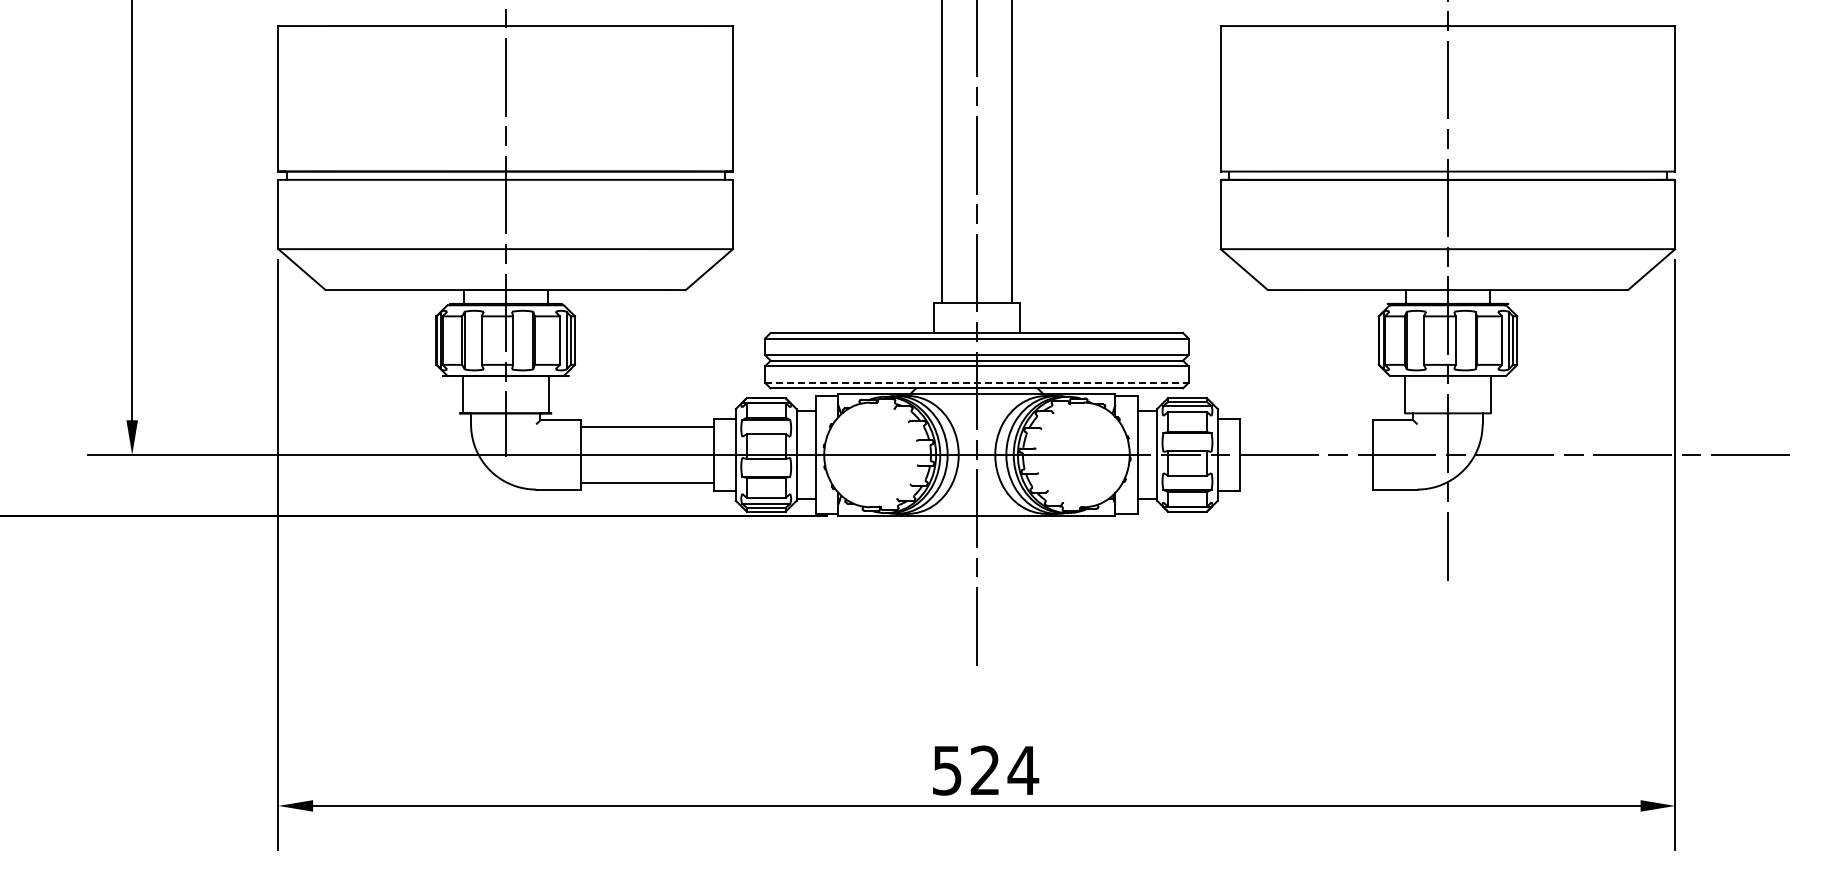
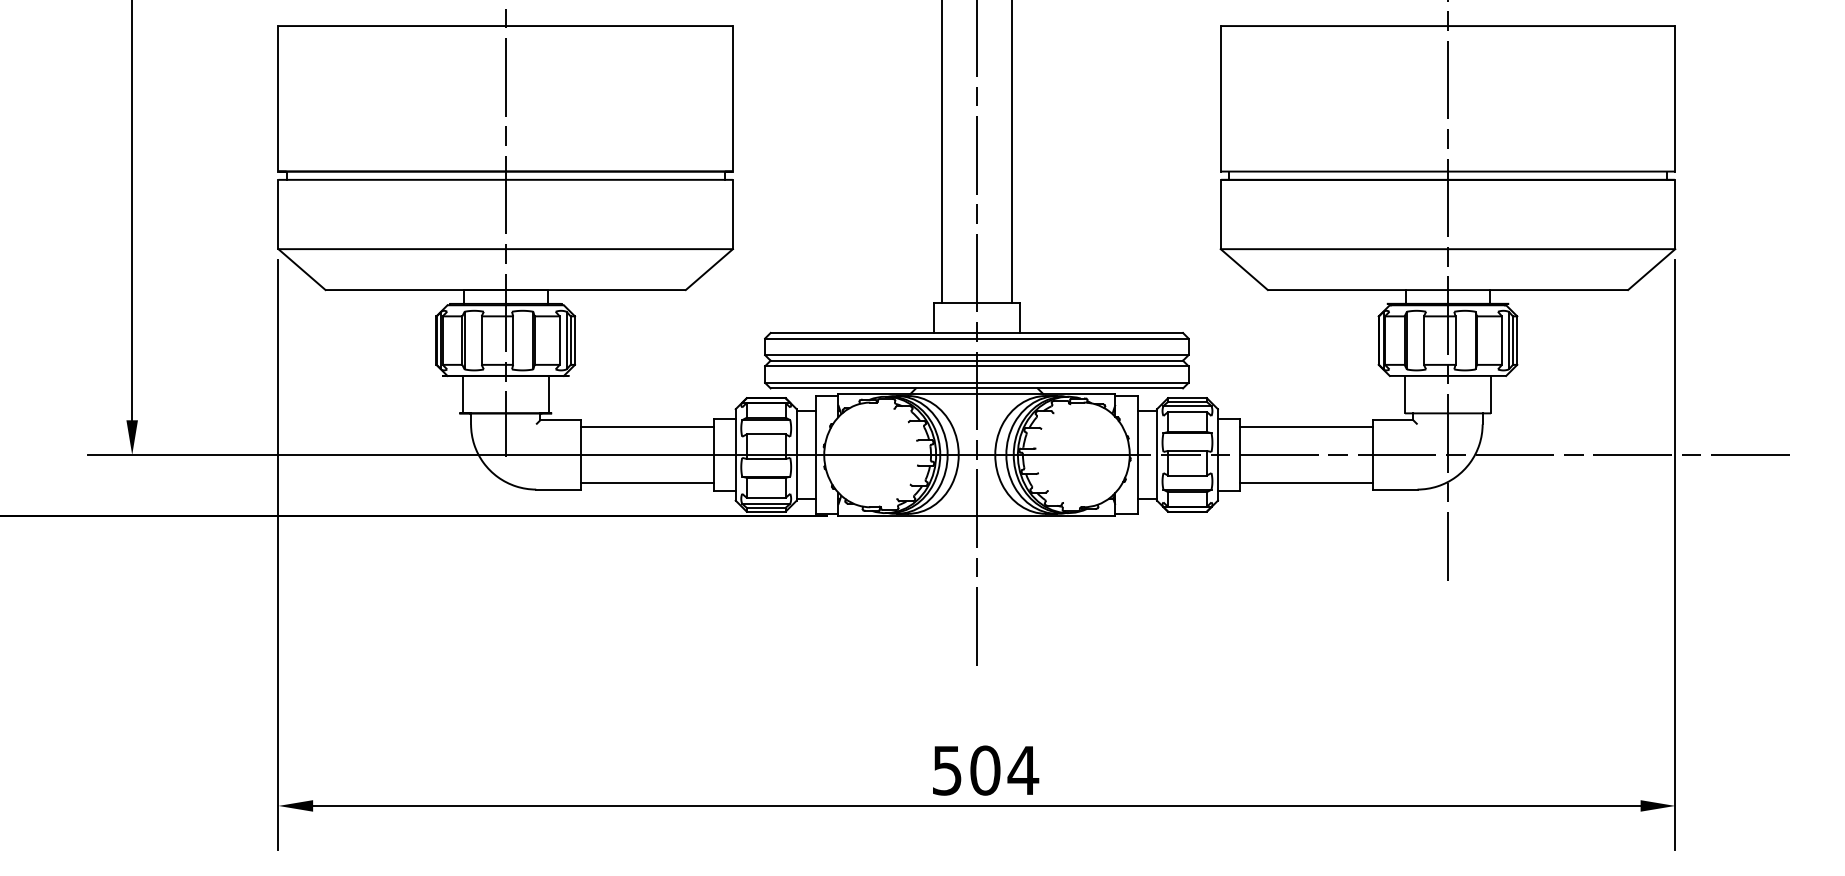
line at (976, 382): dashed -> solid
line at (1306, 427): none -> present
line at (1306, 482): none -> present
text at (985, 770): 524 -> 504
